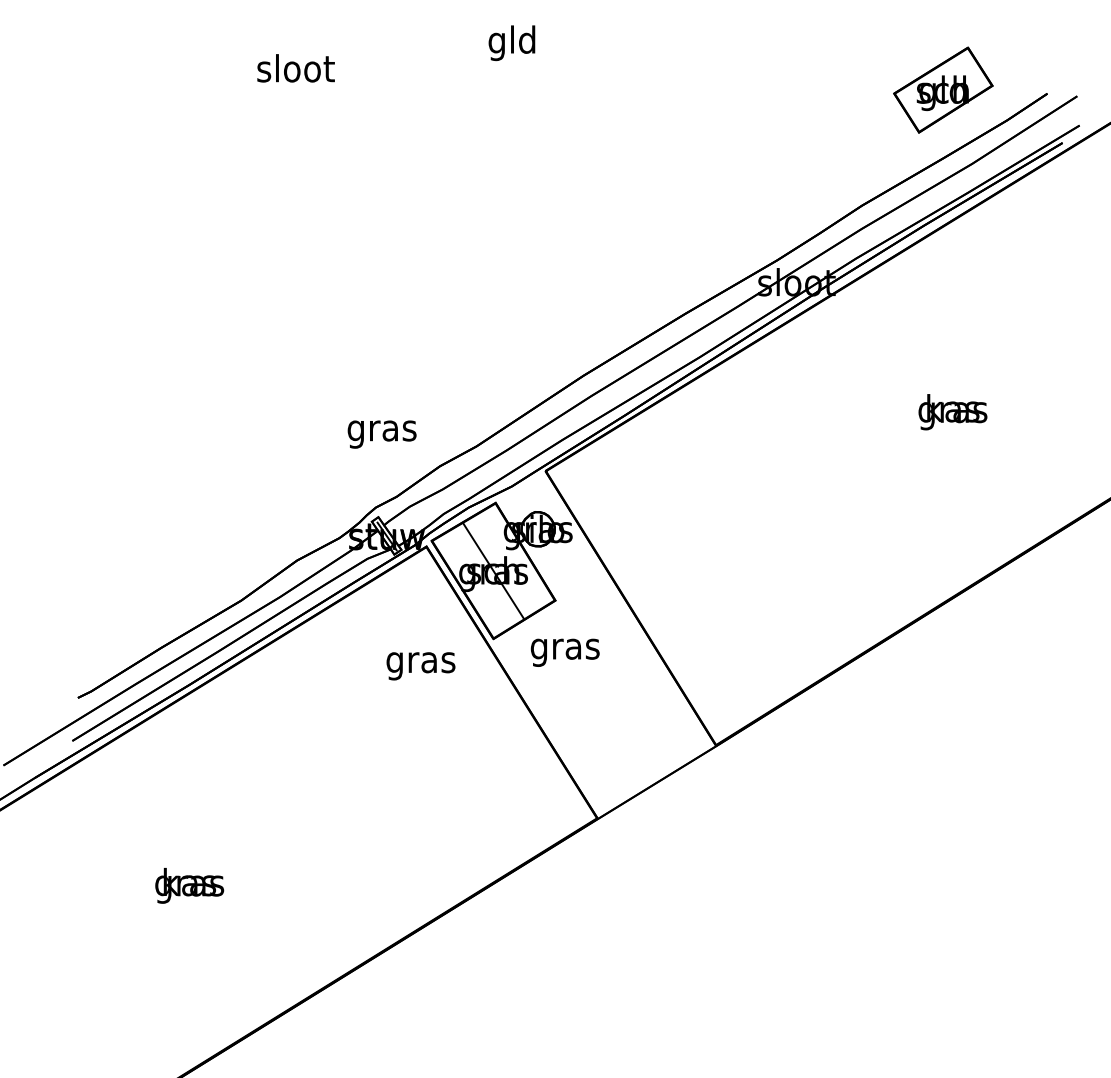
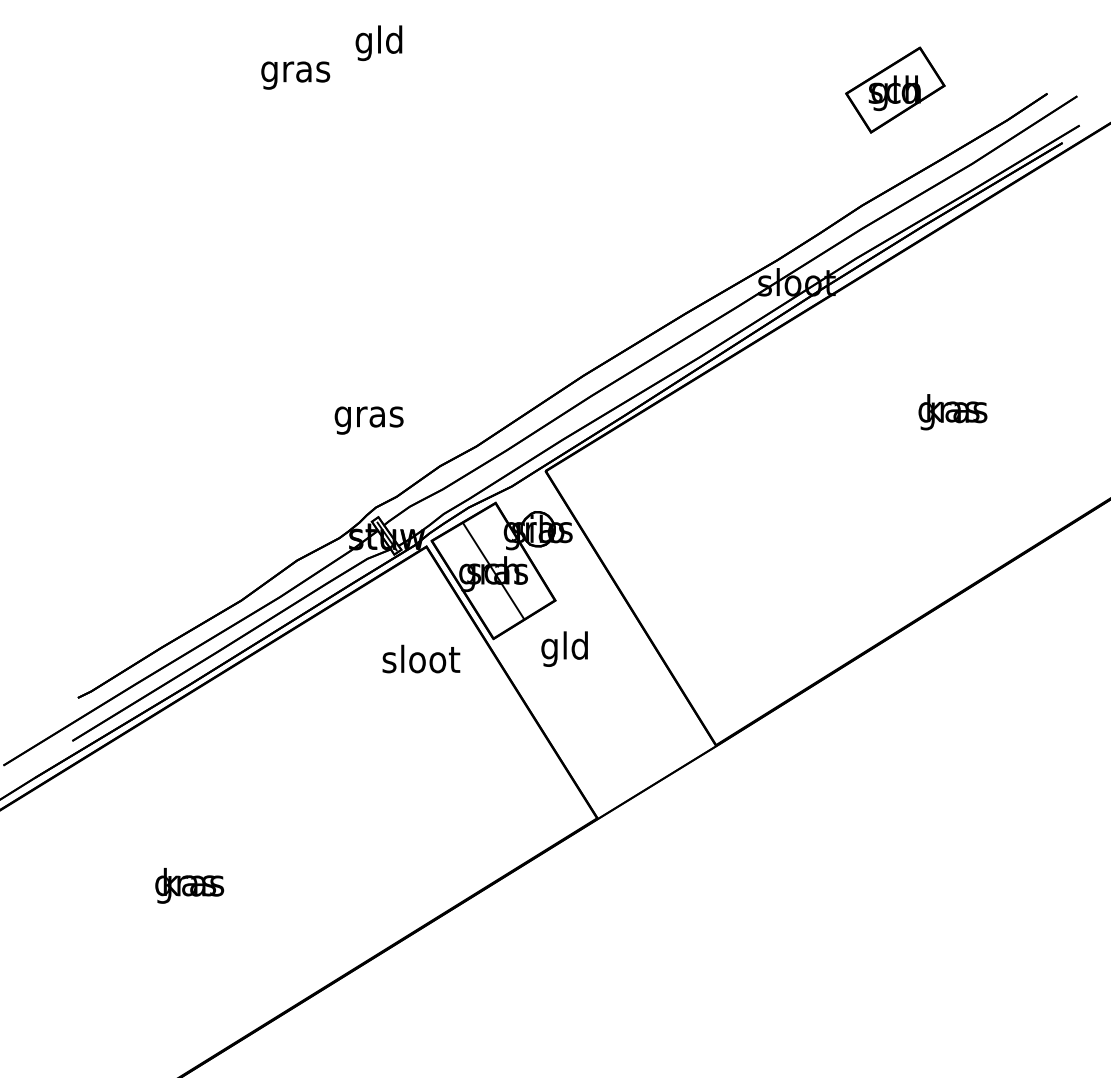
text at (511, 43) position: (511, 43) -> (378, 43)
text at (295, 71): sloot -> gras
part at (943, 89) position: (943, 89) -> (895, 89)
text at (381, 434) position: (381, 434) -> (368, 420)
text at (564, 648): gras -> gld
text at (421, 662): gras -> sloot
